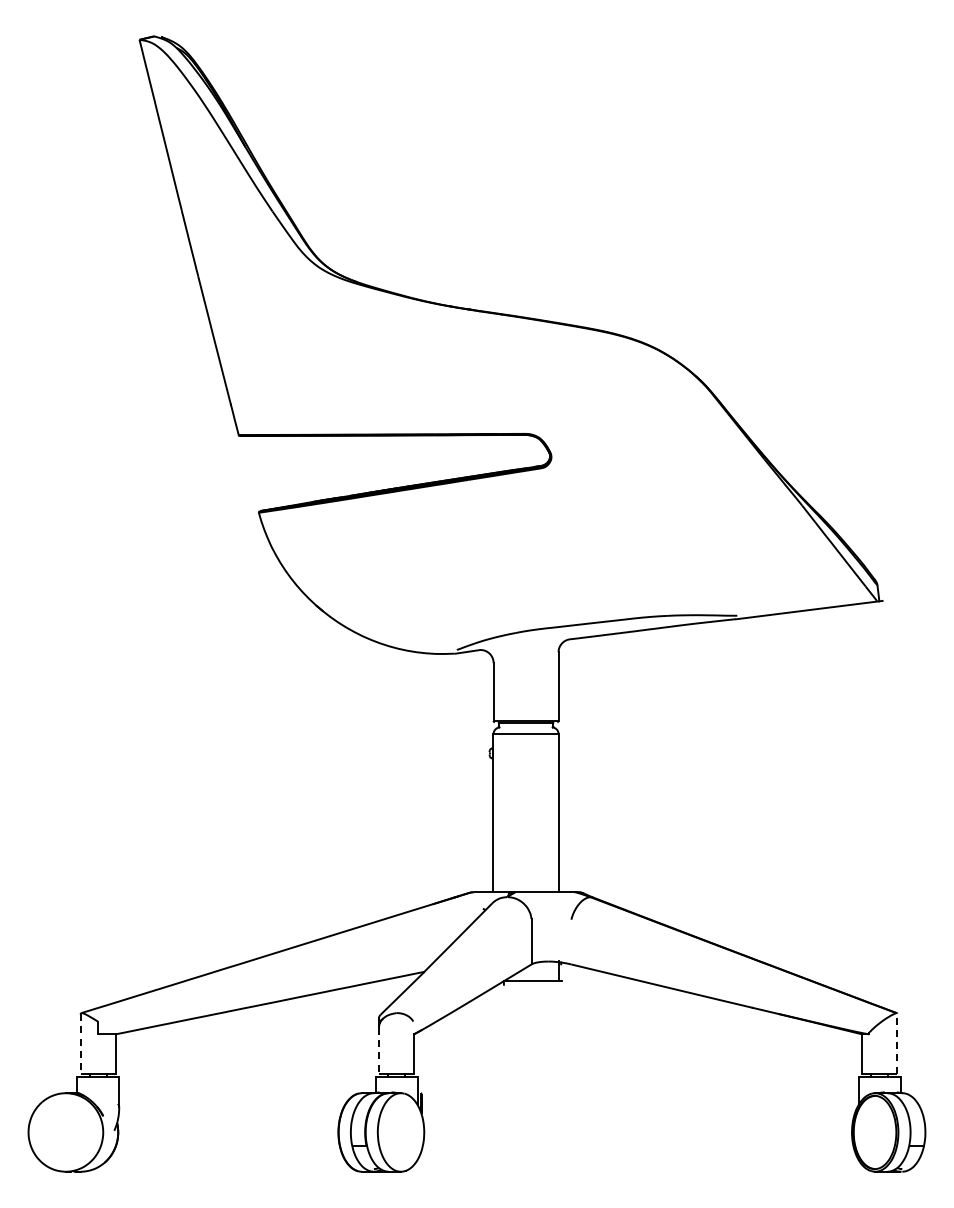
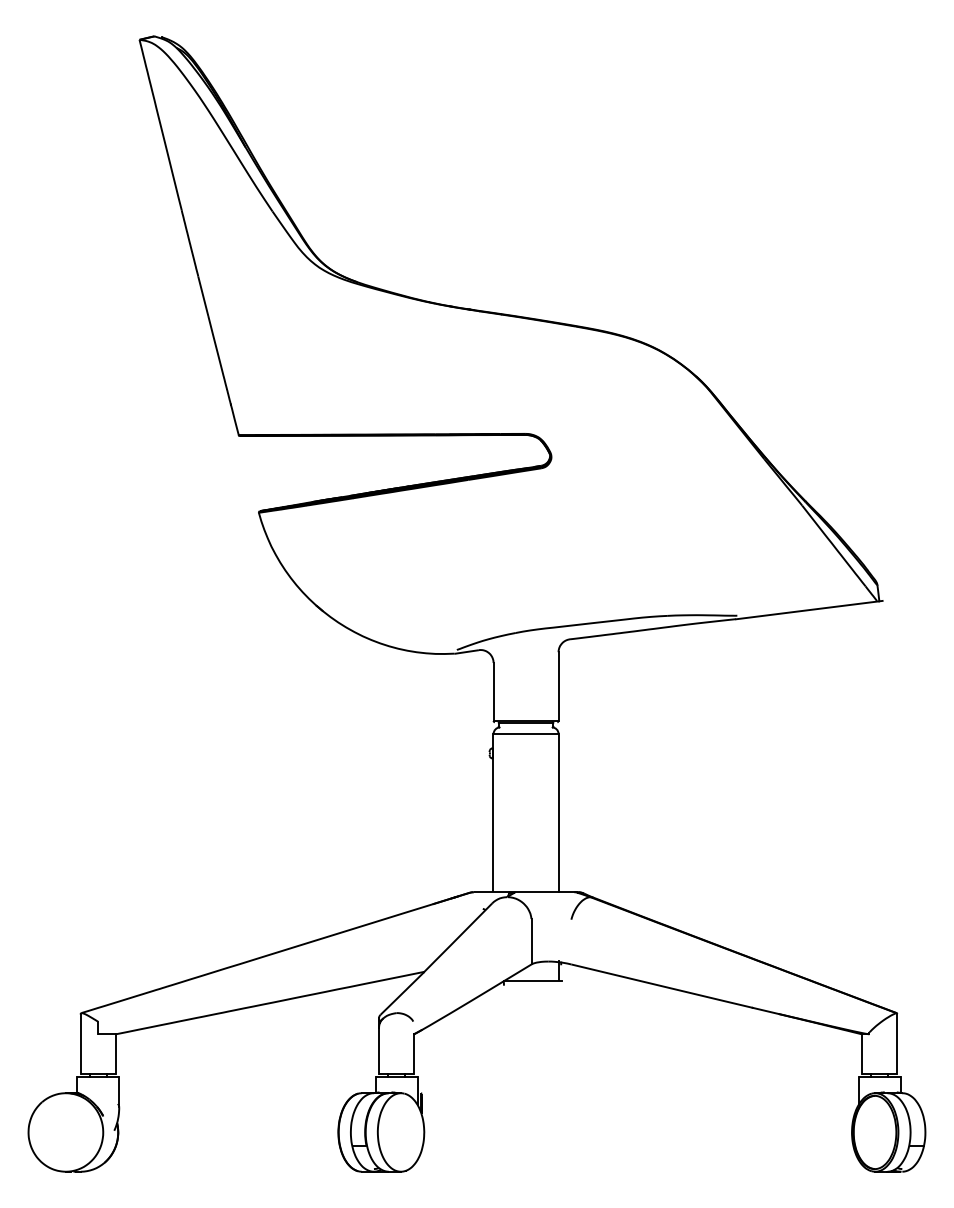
line at (80, 1043): dashed -> solid
line at (897, 1043): dashed -> solid
line at (379, 1050): dashed -> solid
